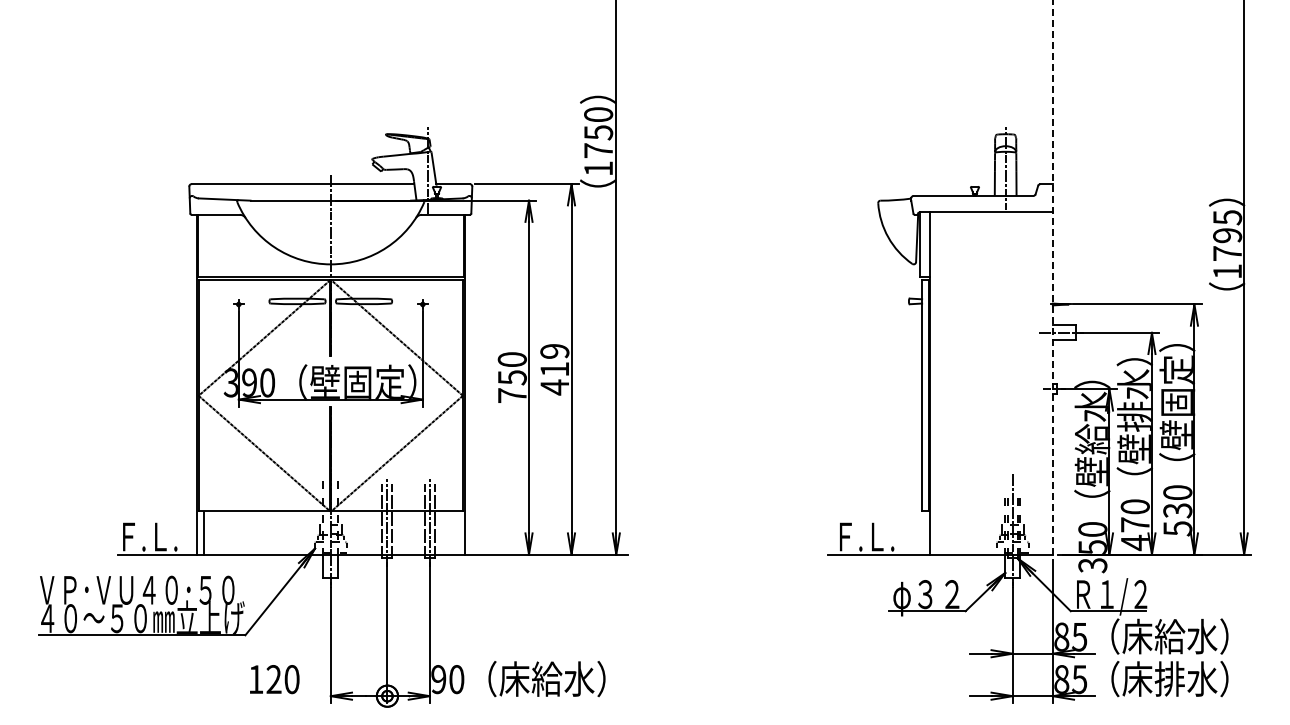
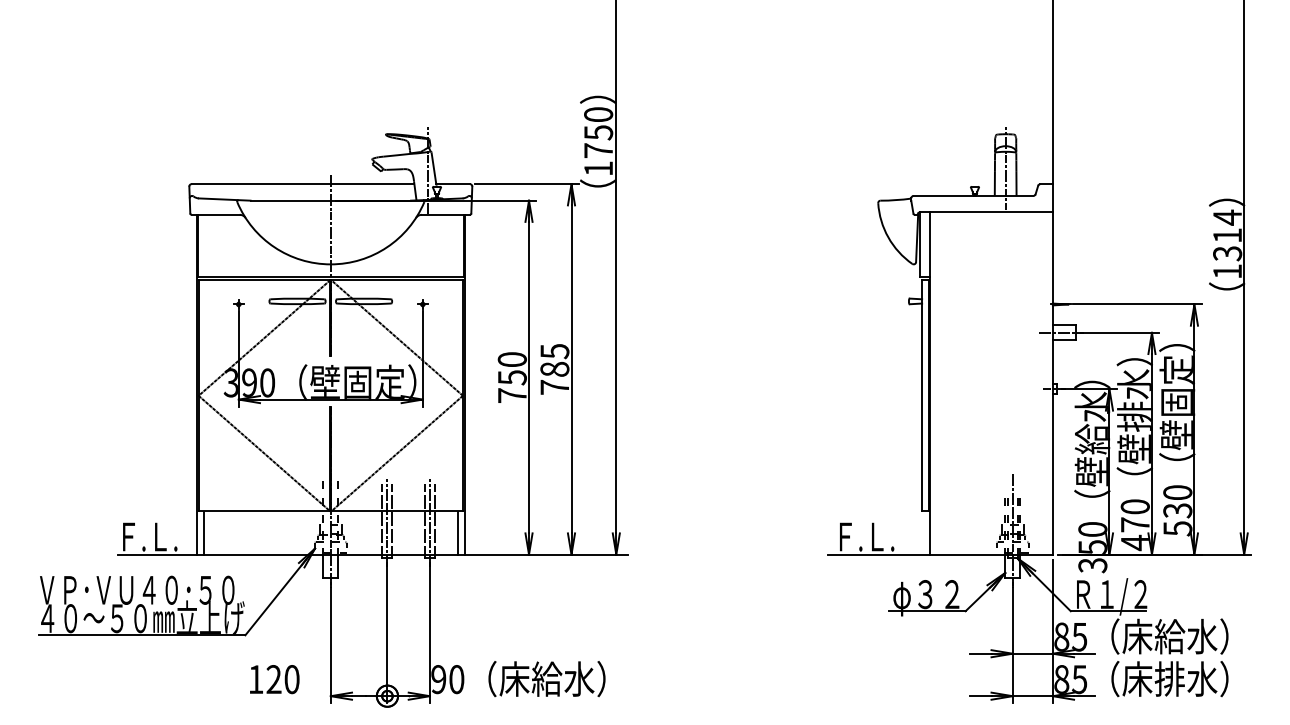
text at (1227, 235): 1795 -> 1314
line at (1052, 276): dashed -> solid
text at (554, 369): 419 -> 785
line at (457, 532): none -> present
